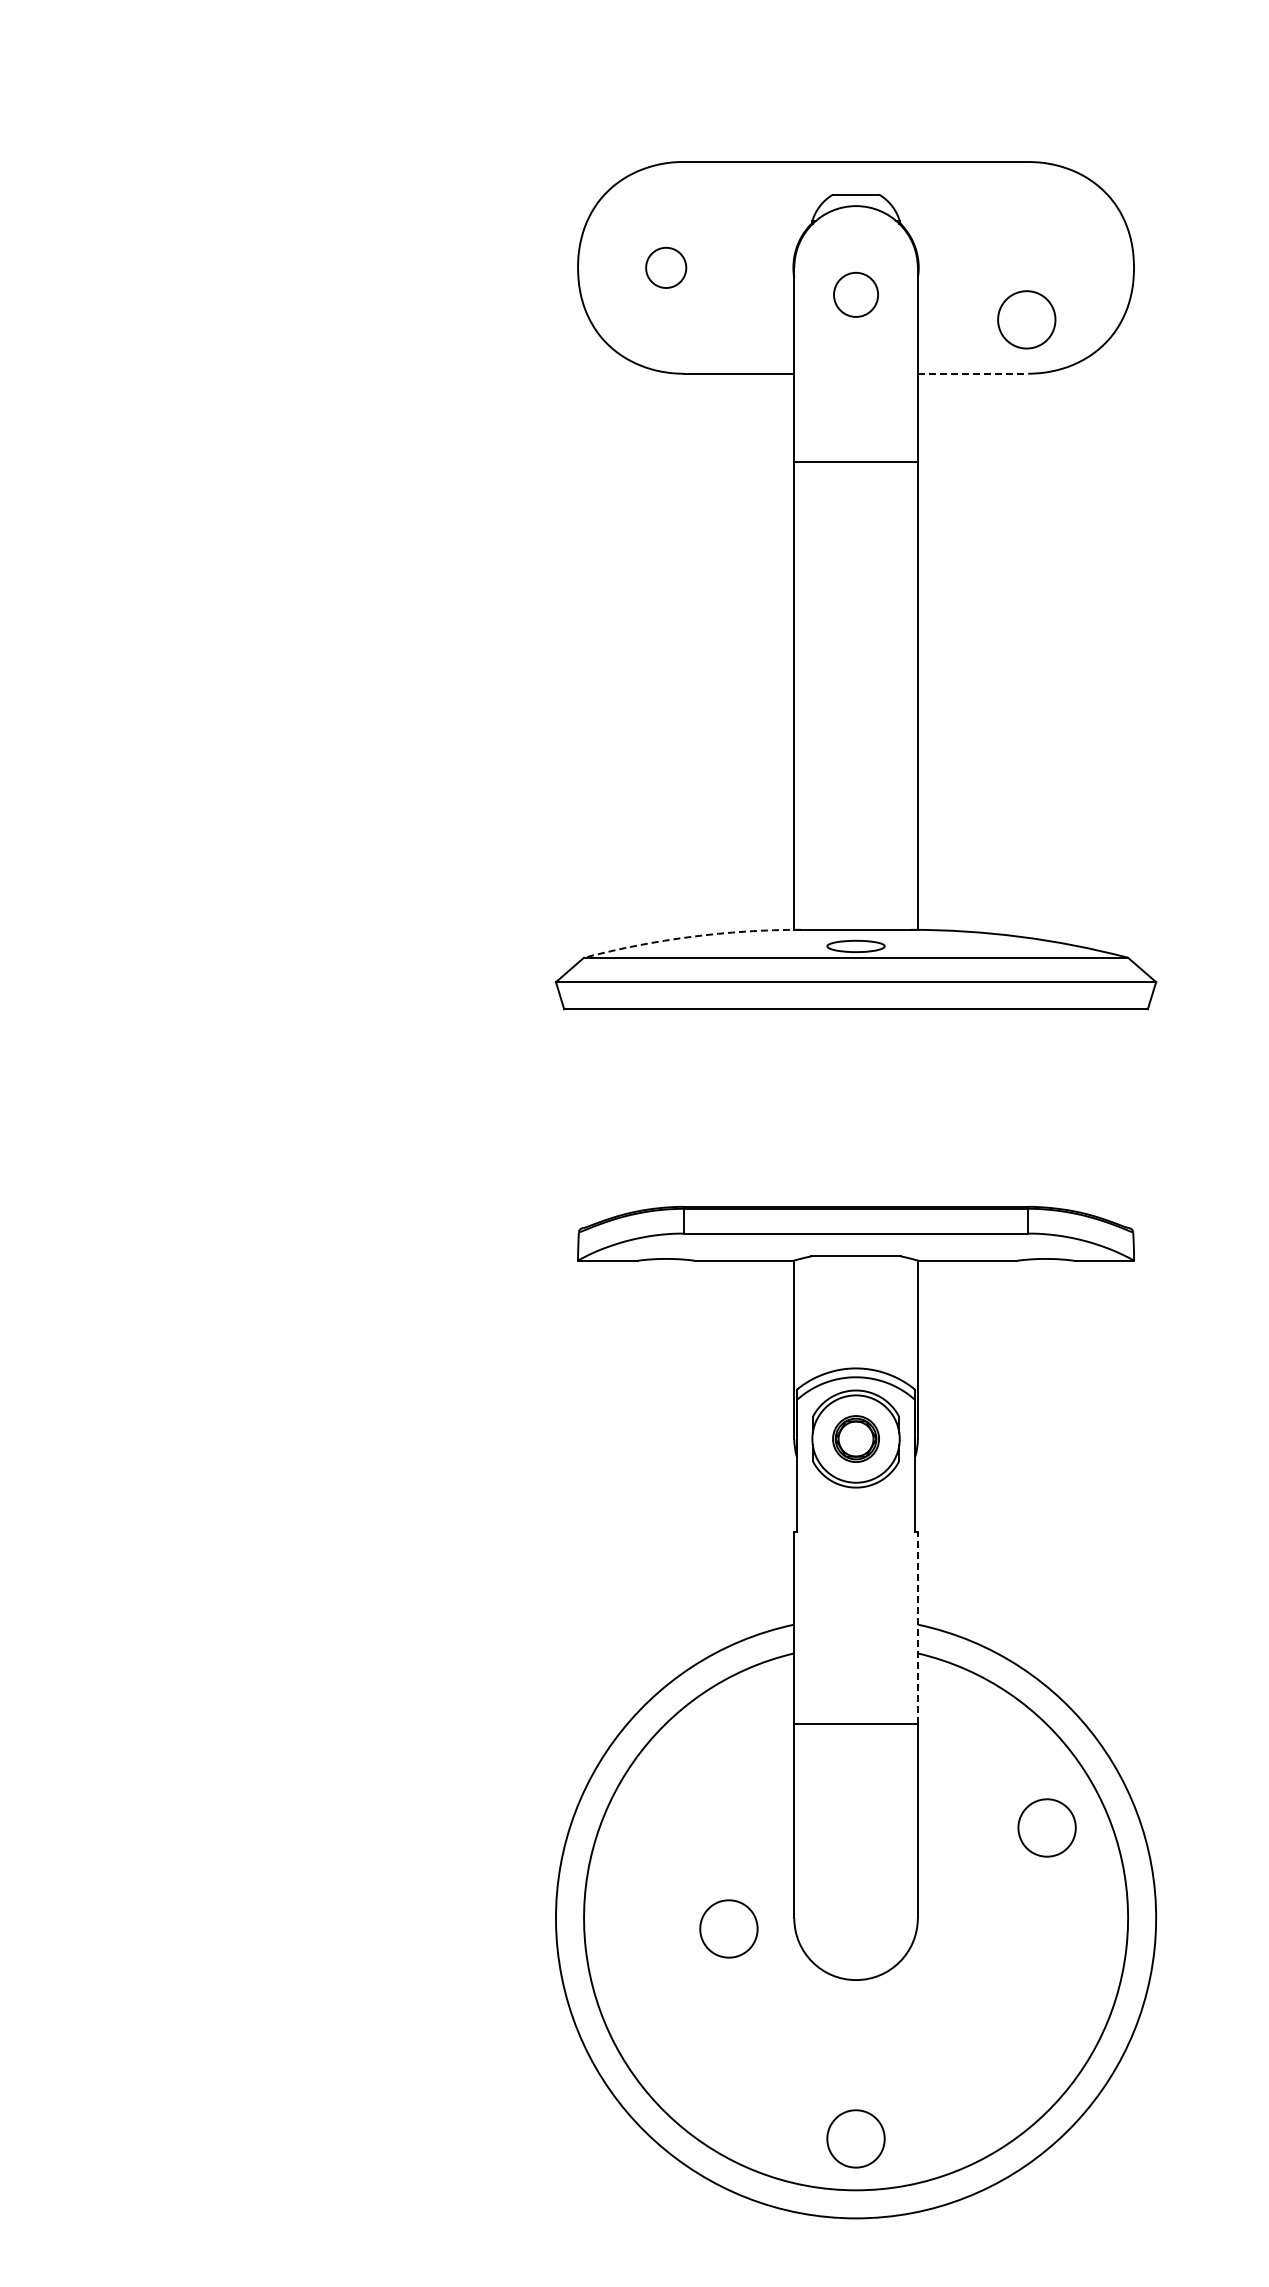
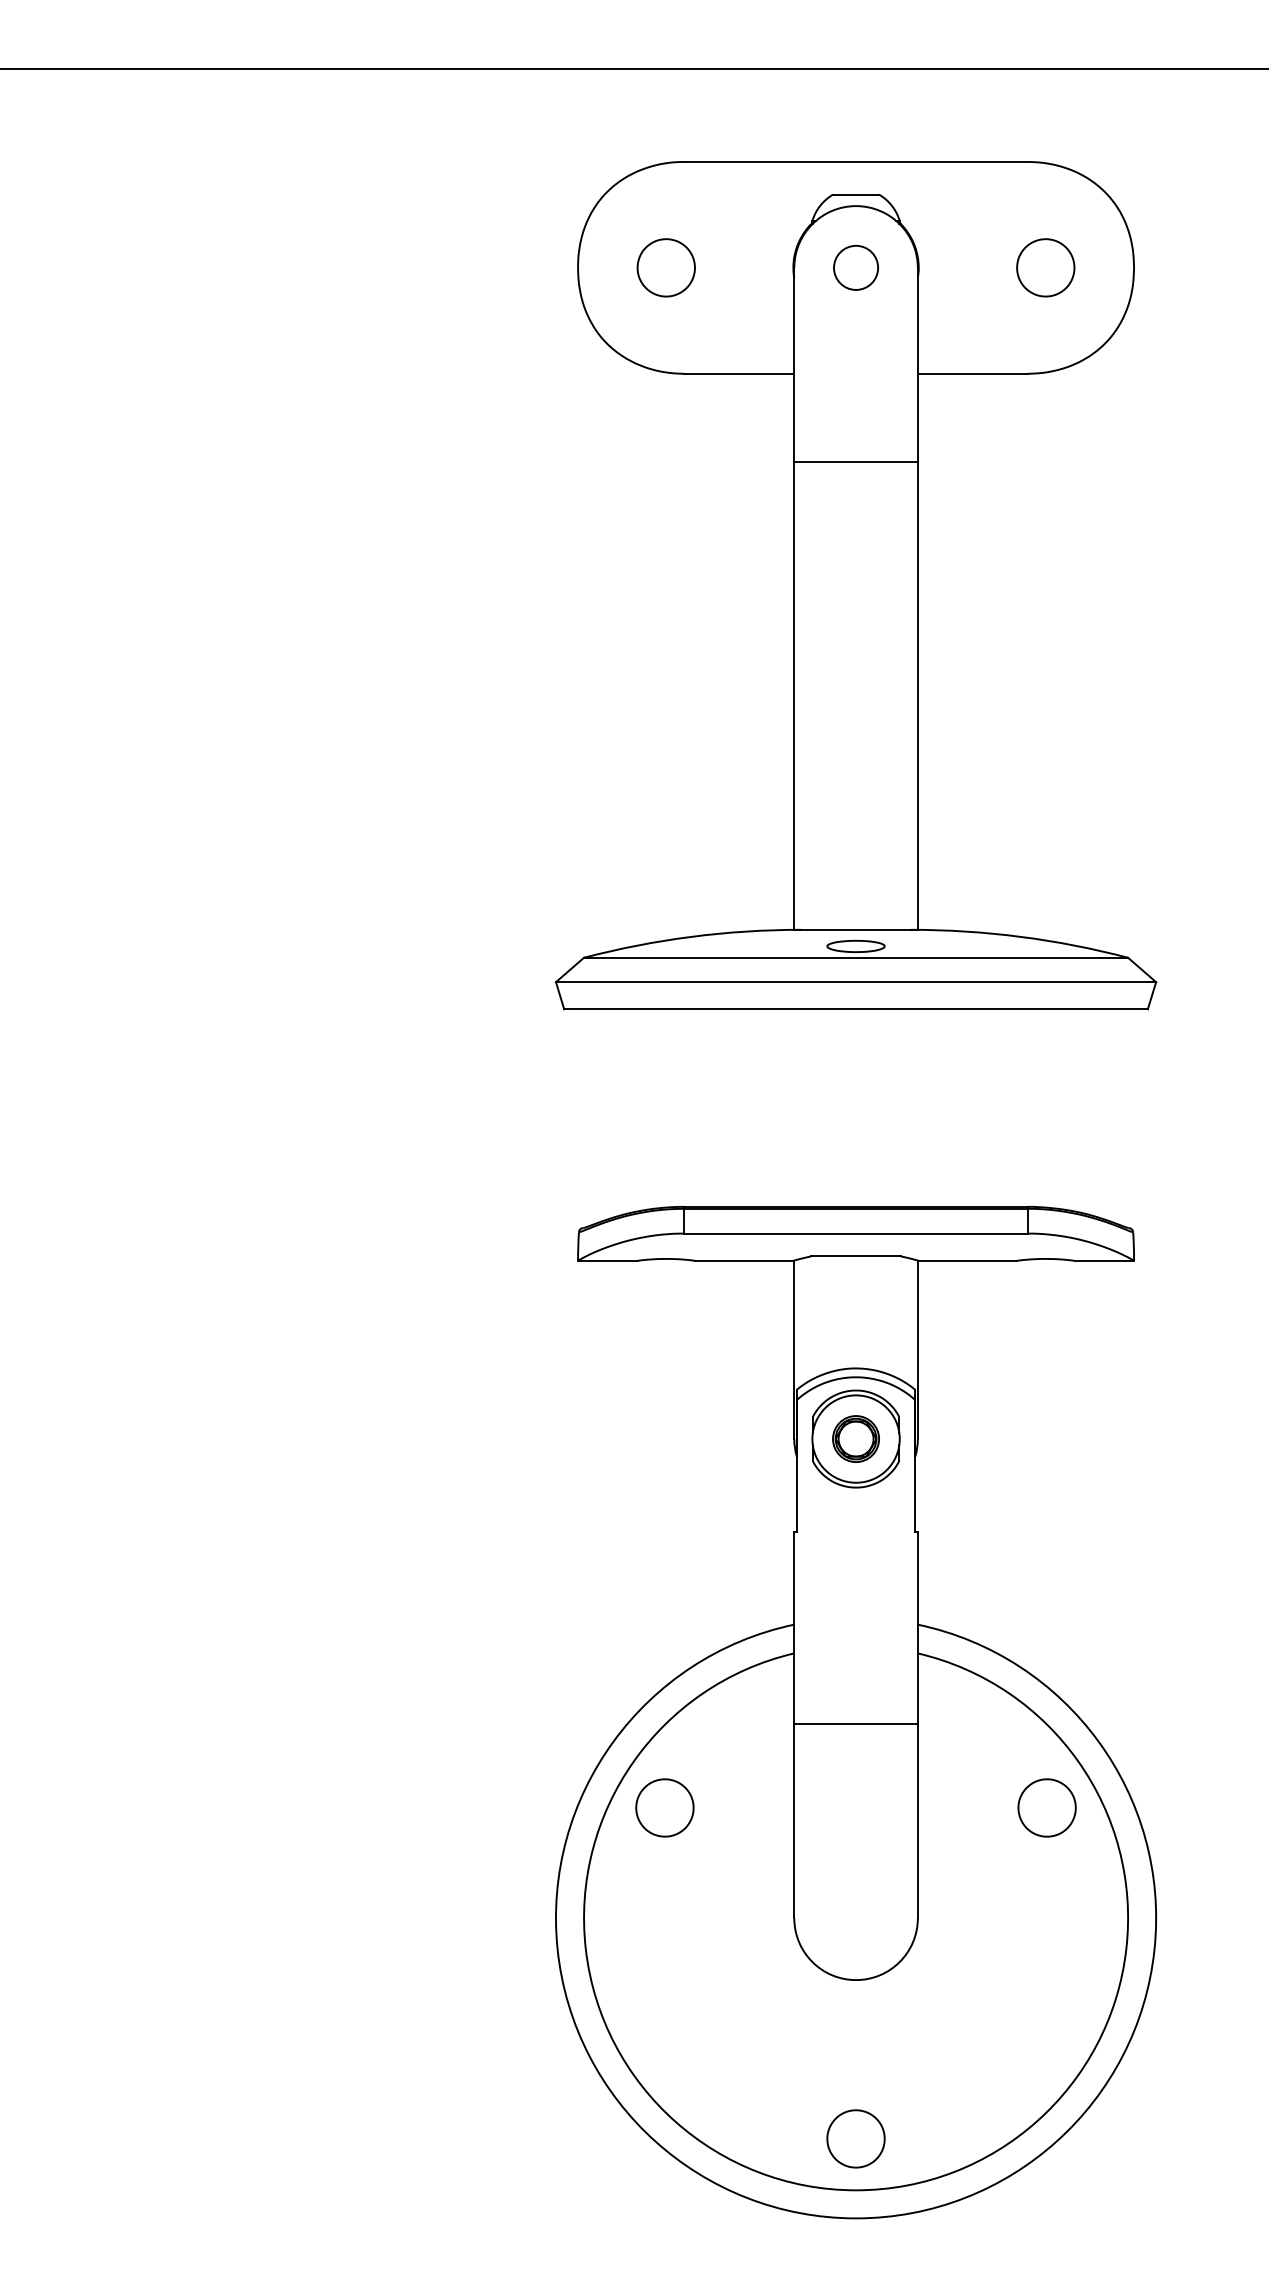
line at (633, 68): none -> present
part at (666, 267) size: 43x43 px -> 60x60 px
circle at (855, 294) position: (855, 294) -> (855, 267)
part at (1026, 319) position: (1026, 319) -> (1045, 267)
line at (973, 373): dashed -> solid
arc at (691, 936): dashed -> solid
line at (917, 1627): dashed -> solid
part at (1046, 1827) position: (1046, 1827) -> (1046, 1807)
part at (728, 1928) position: (728, 1928) -> (664, 1807)
